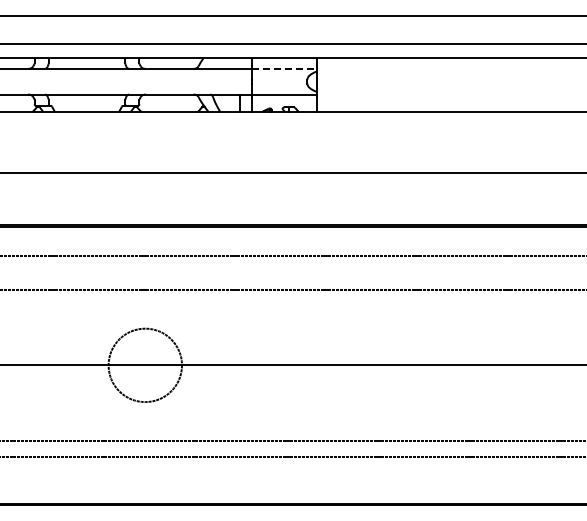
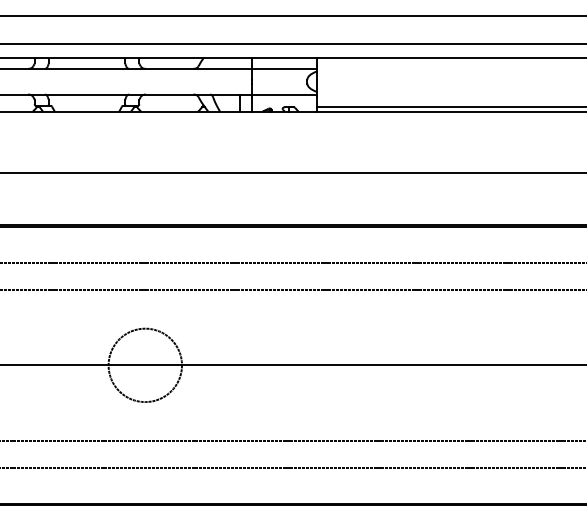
line at (284, 68): dashed -> solid
line at (449, 107): none -> present
line at (292, 255) position: (292, 255) -> (292, 262)
line at (292, 457) position: (292, 457) -> (292, 468)
